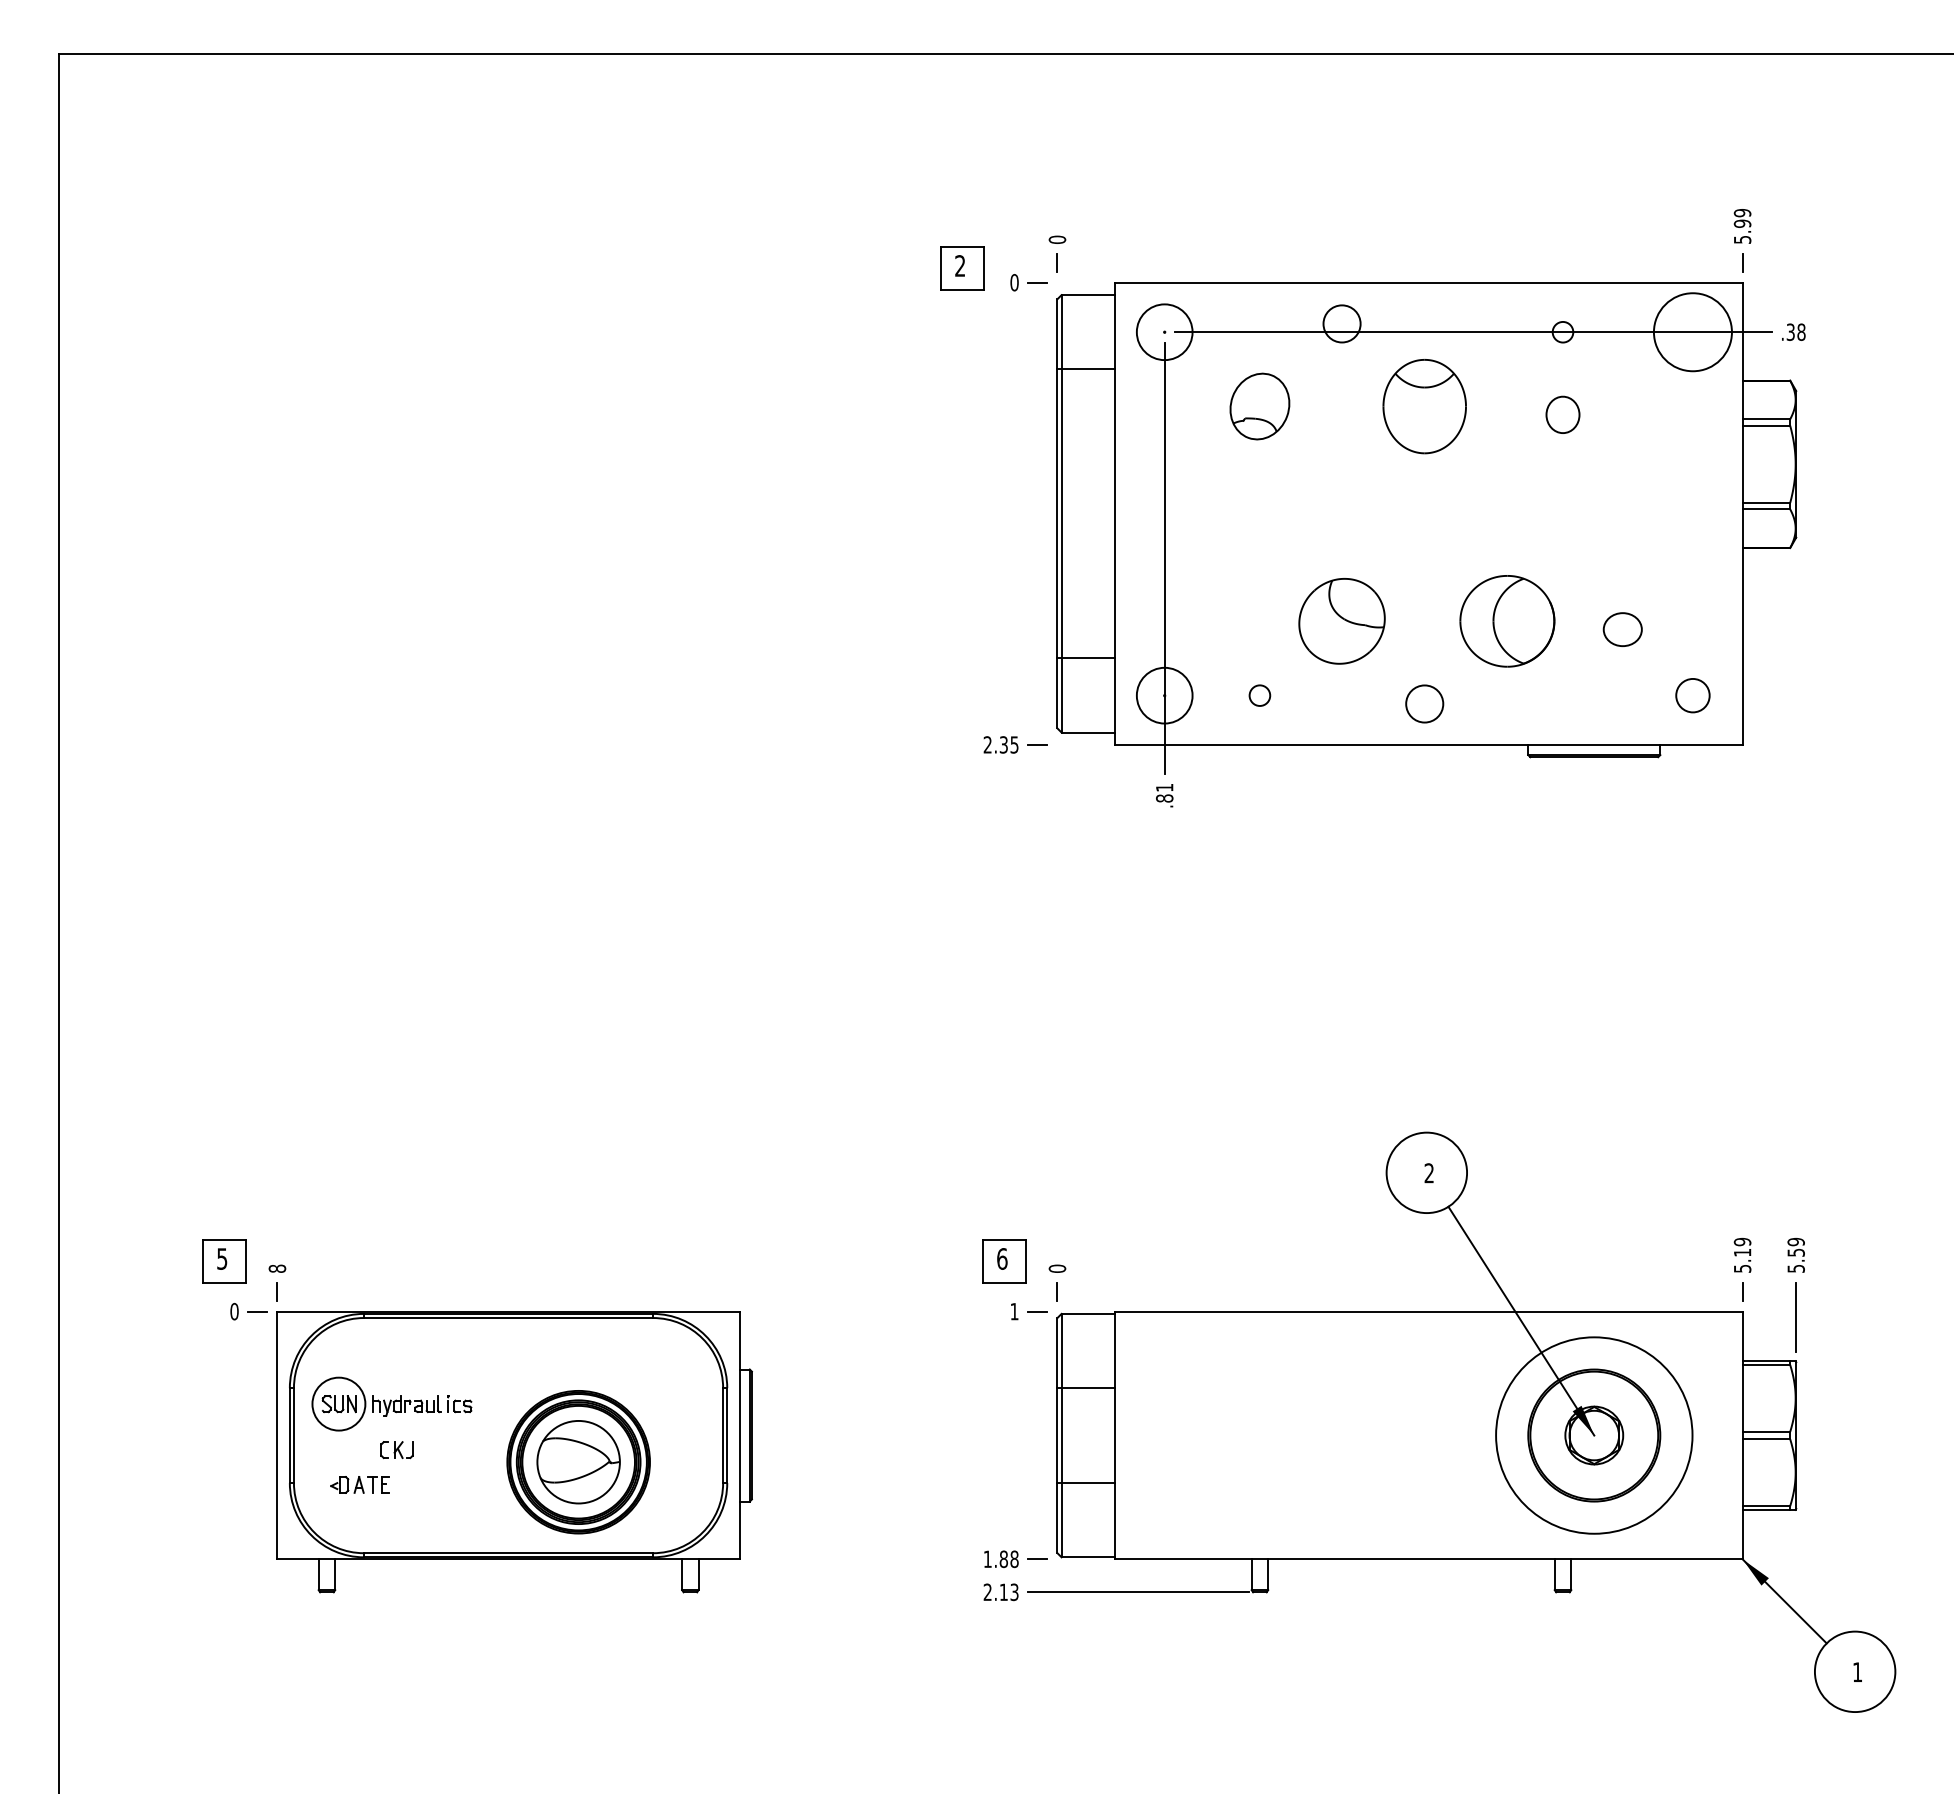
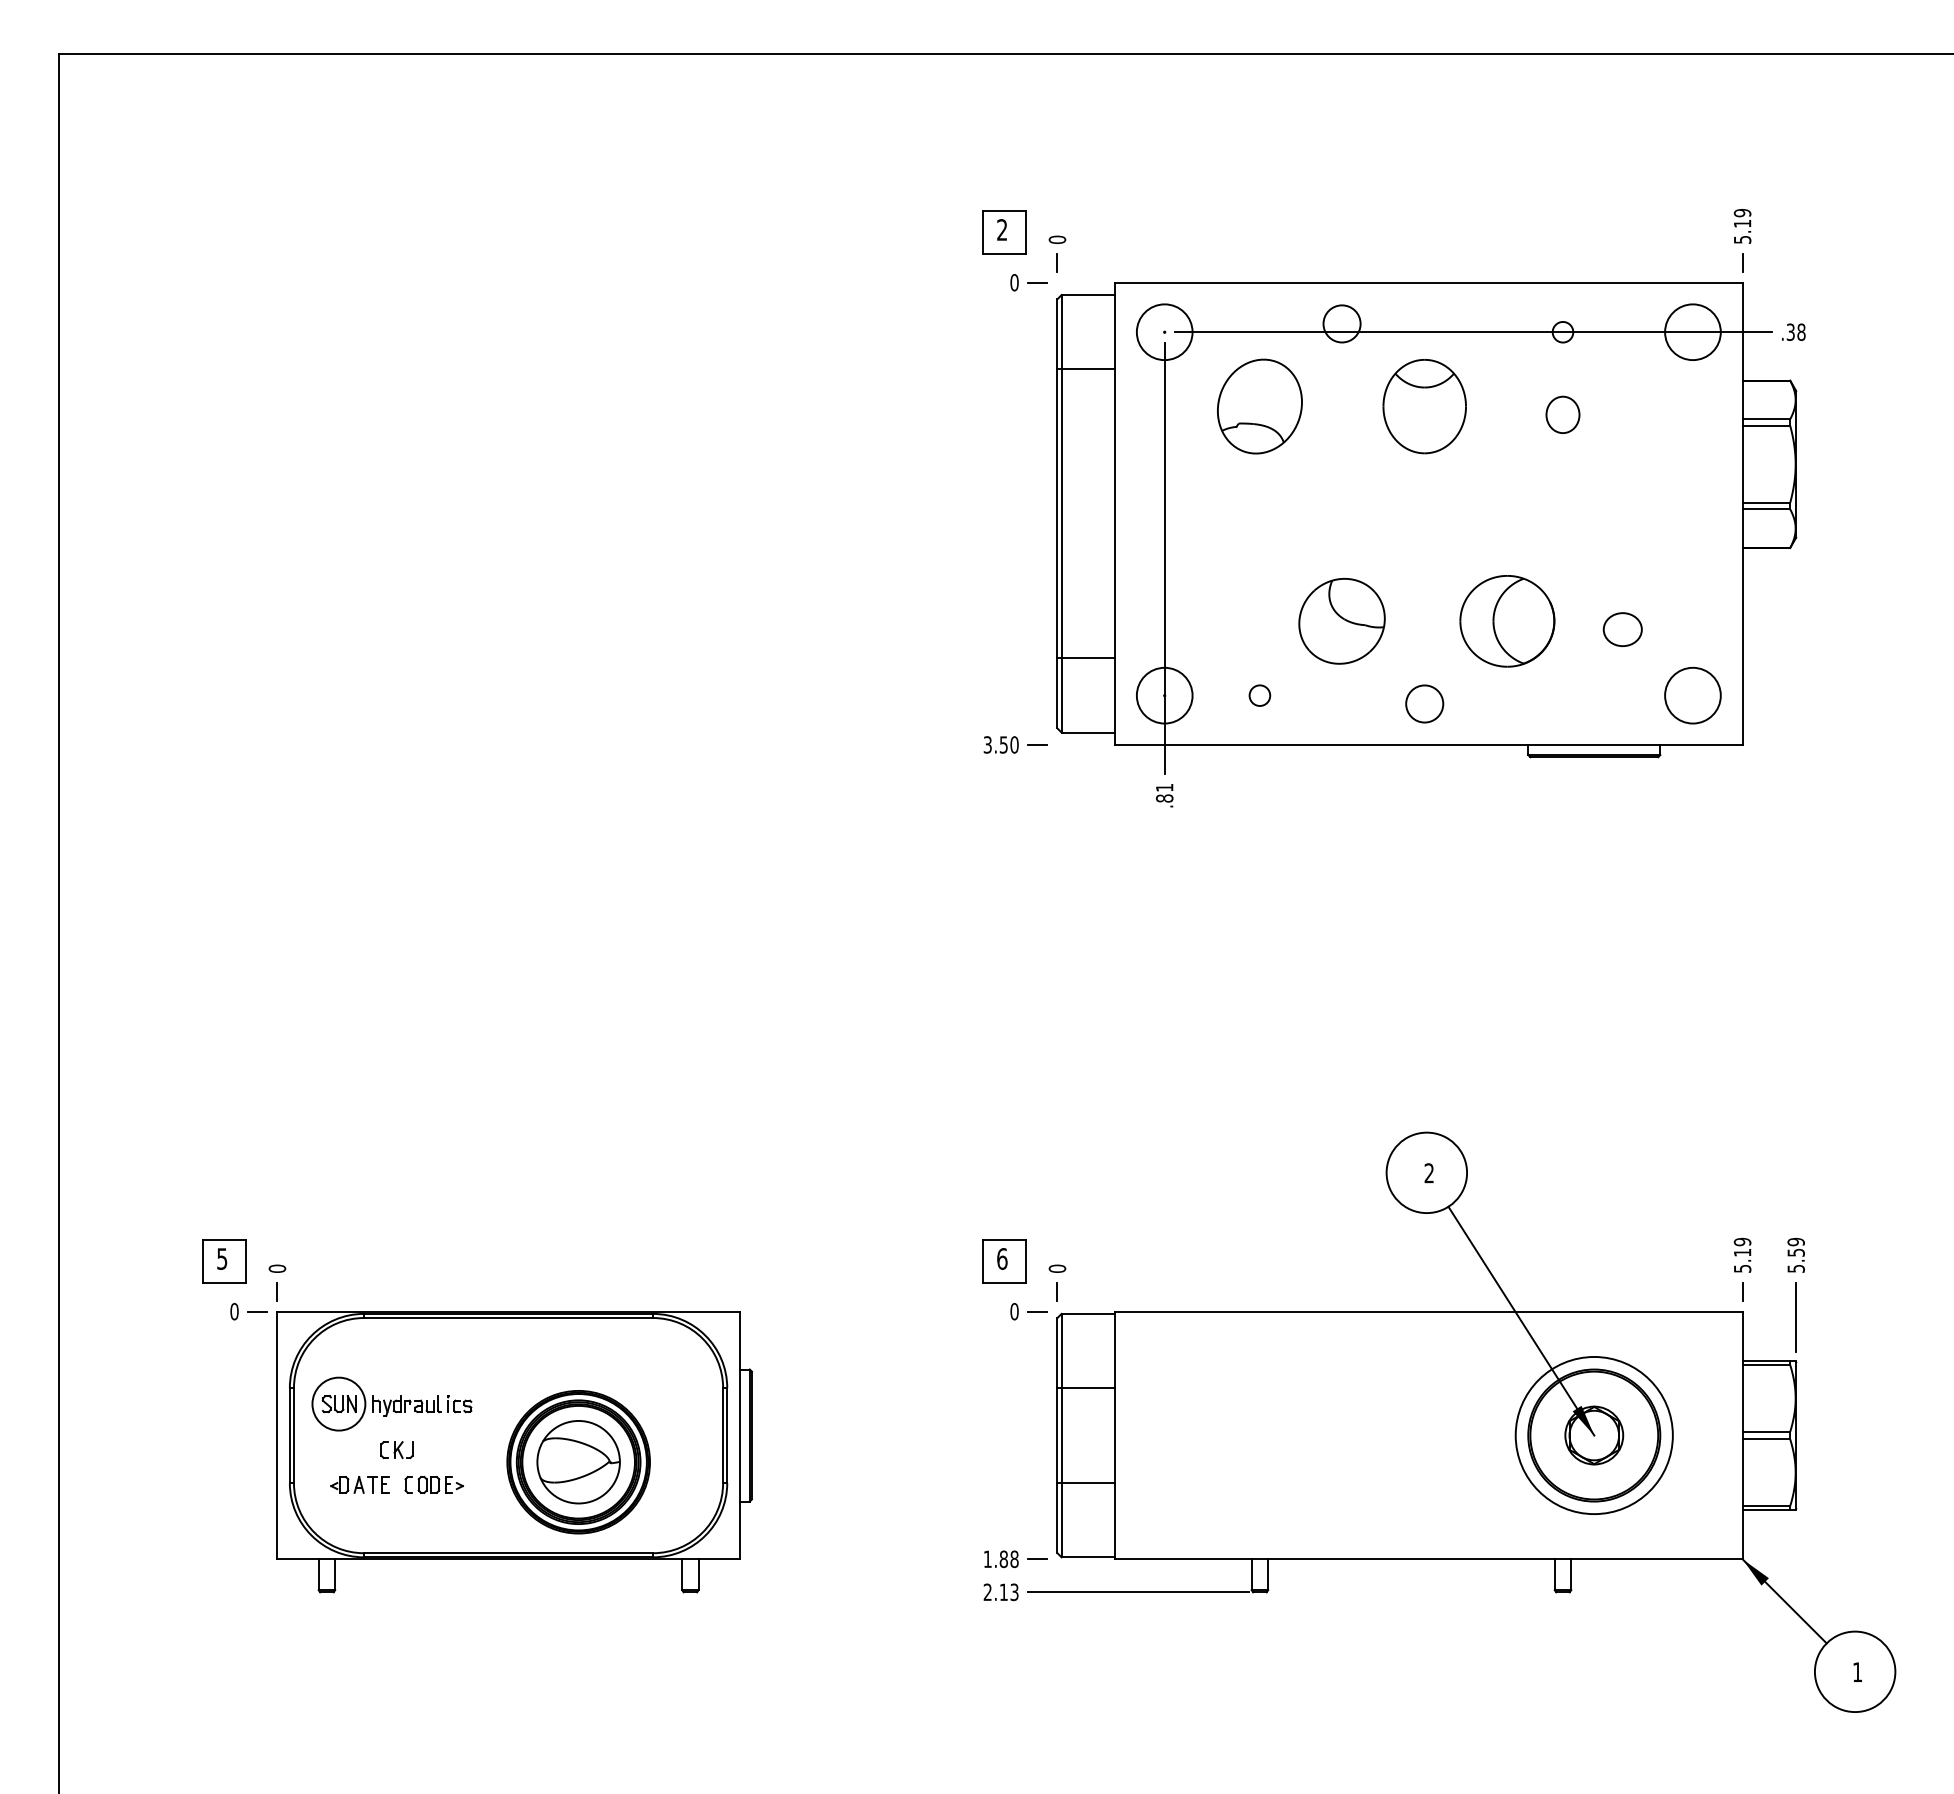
text at (1742, 223): 5.99 -> 5.19
part at (962, 268) position: (962, 268) -> (1004, 232)
circle at (1692, 332) diameter: 78 px -> 56 px
part at (1259, 406) size: 62x69 px -> 86x97 px
circle at (1692, 695) diameter: 33 px -> 56 px
text at (1000, 744): 2.35 -> 3.50
text at (277, 1268): 8 -> 0
text at (1014, 1311): 1 -> 0
circle at (1594, 1435) diameter: 196 px -> 157 px
part at (433, 1484): none -> present
